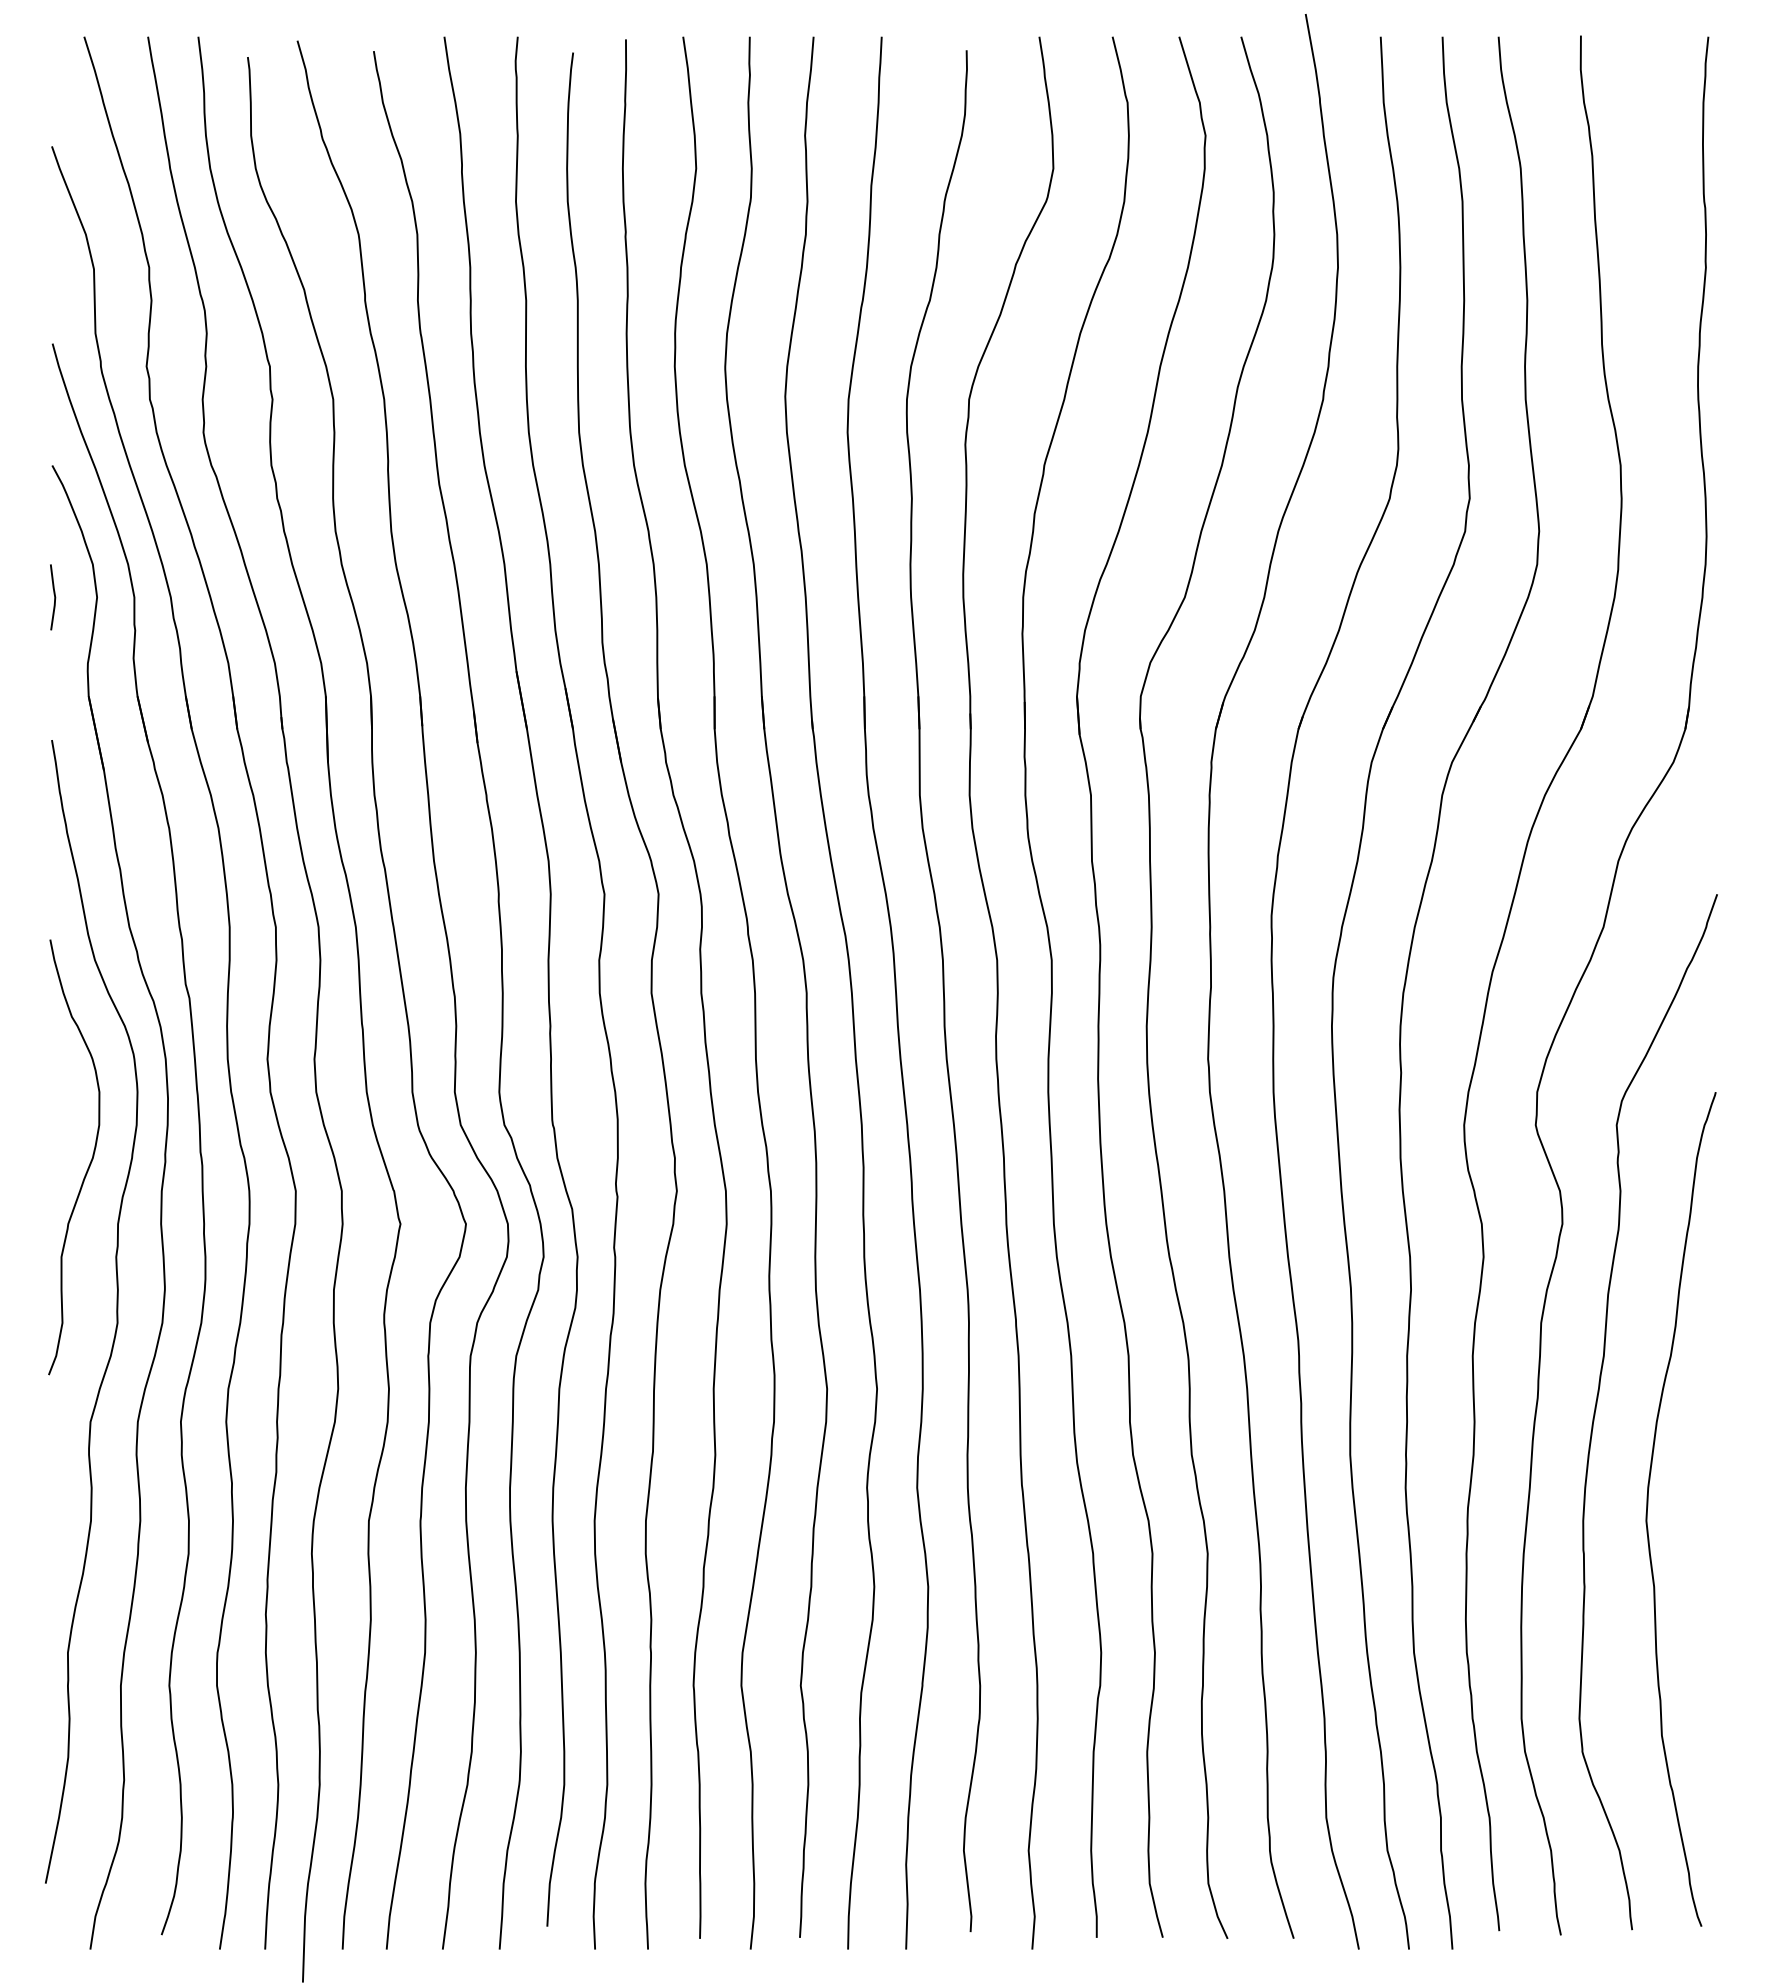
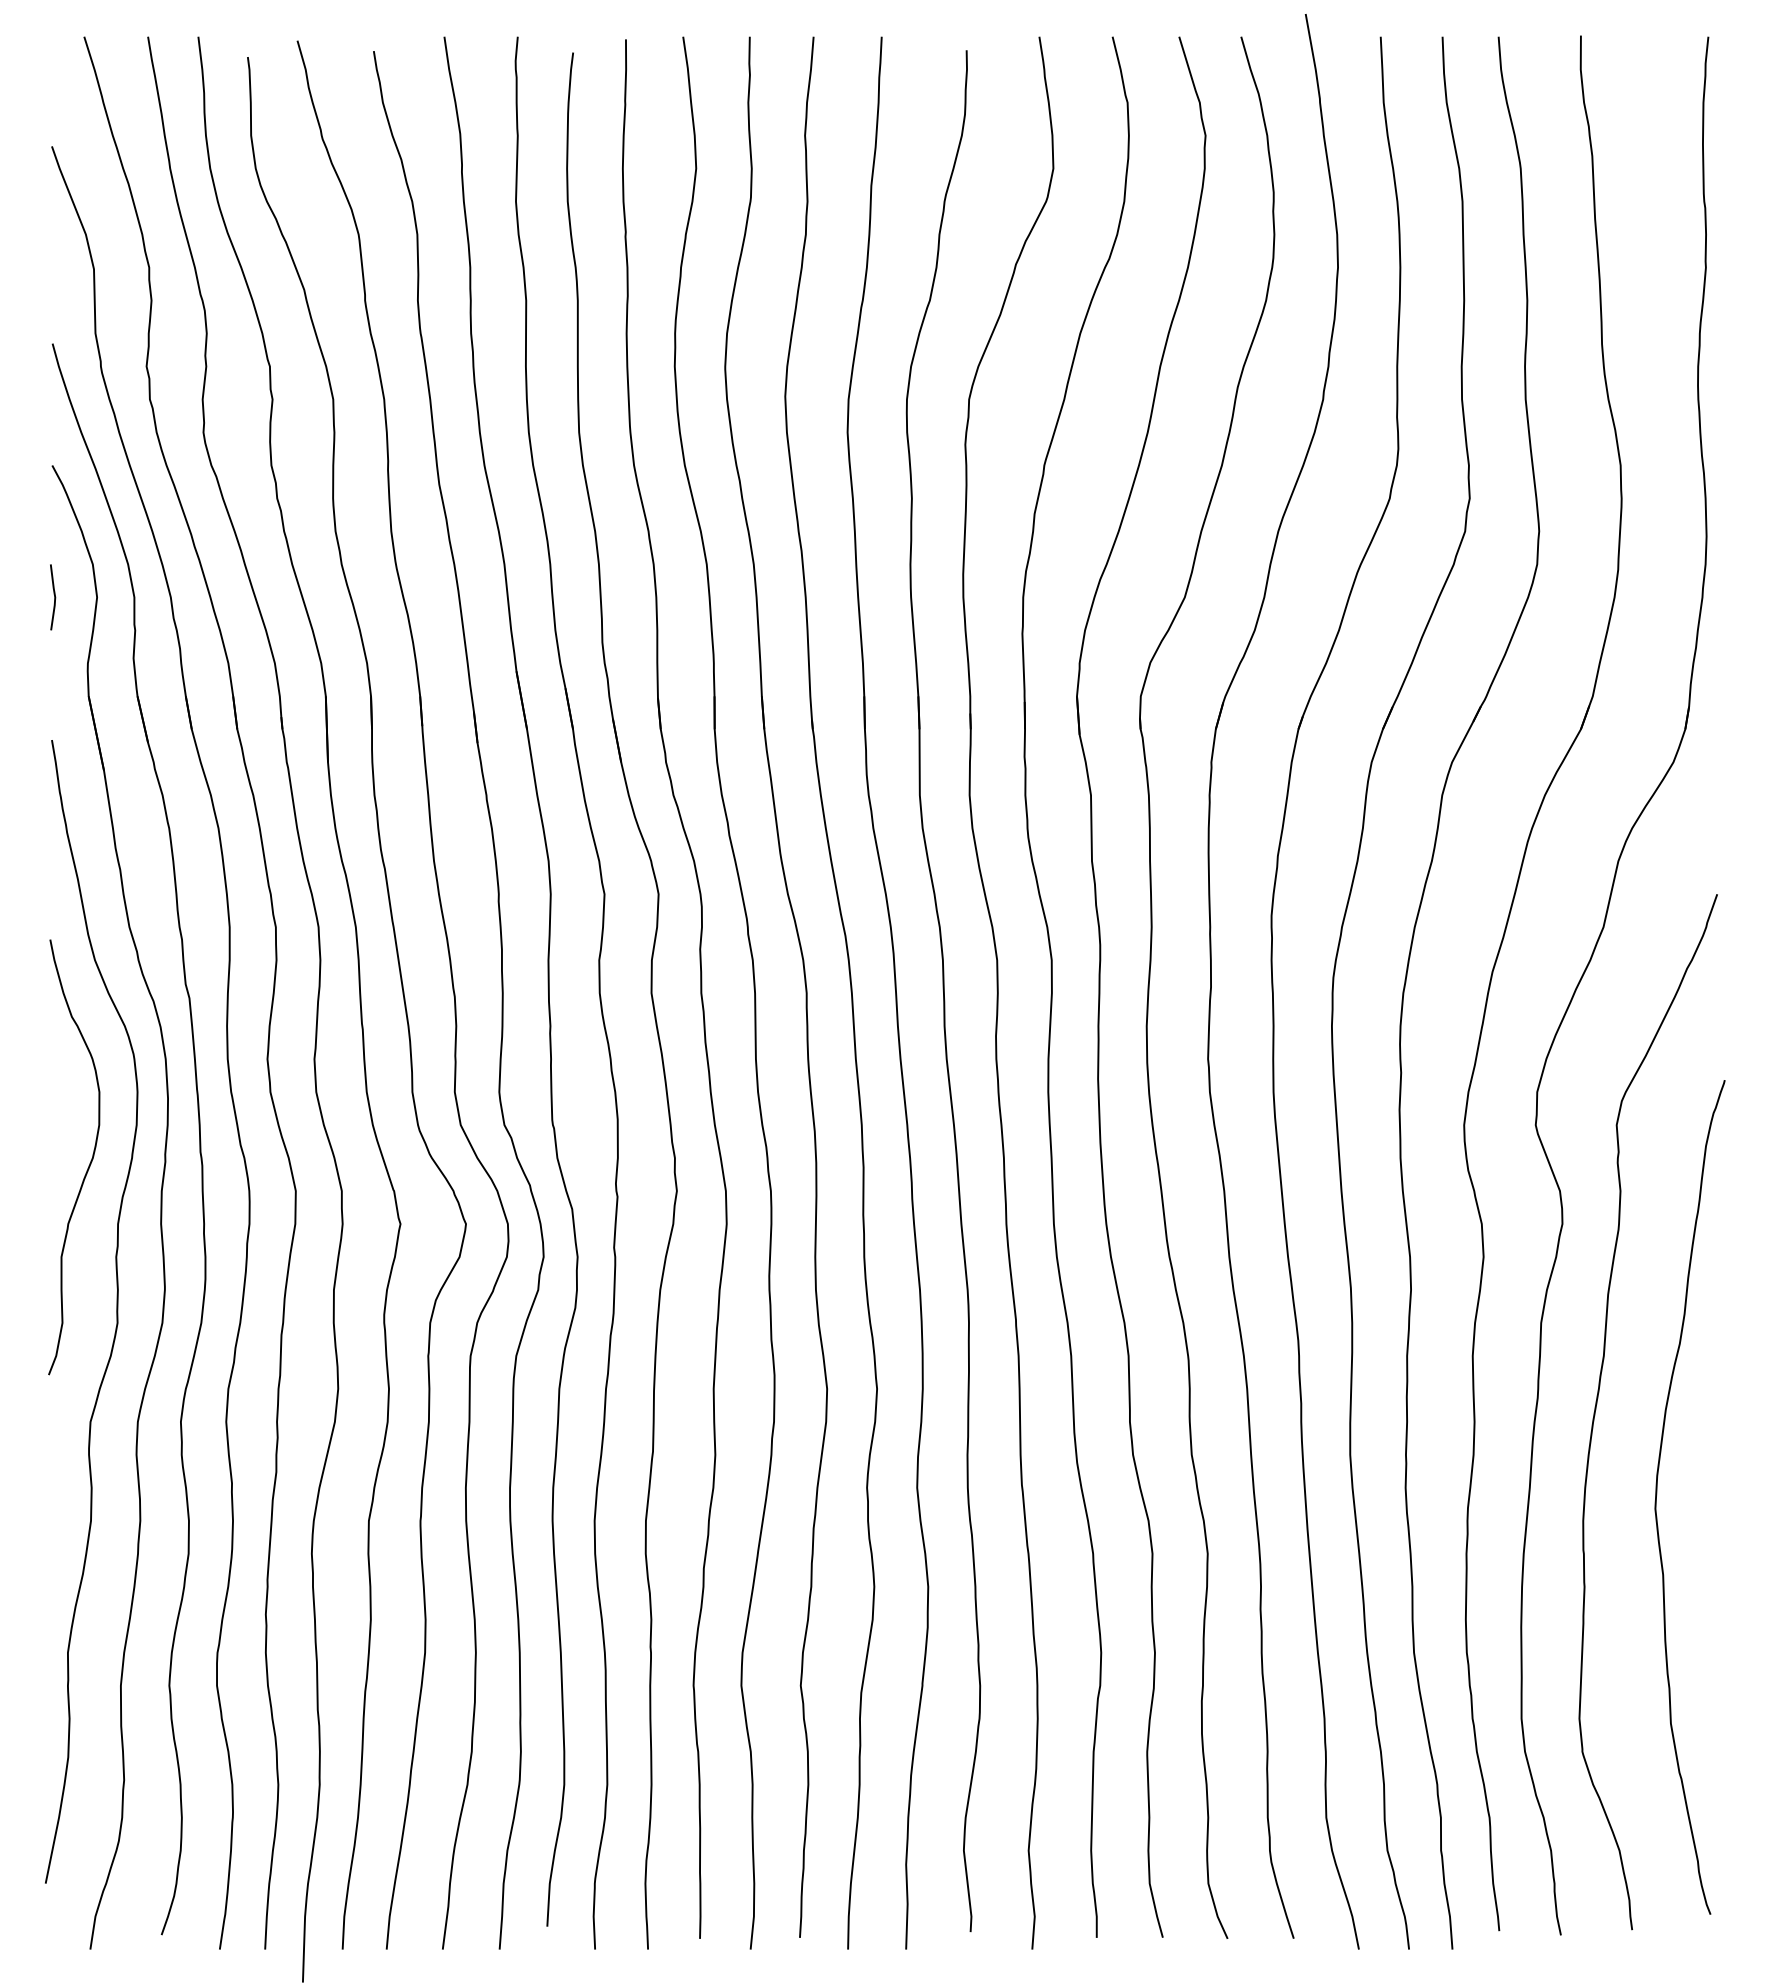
curve at (1648, 1506) position: (1648, 1506) -> (1657, 1494)
